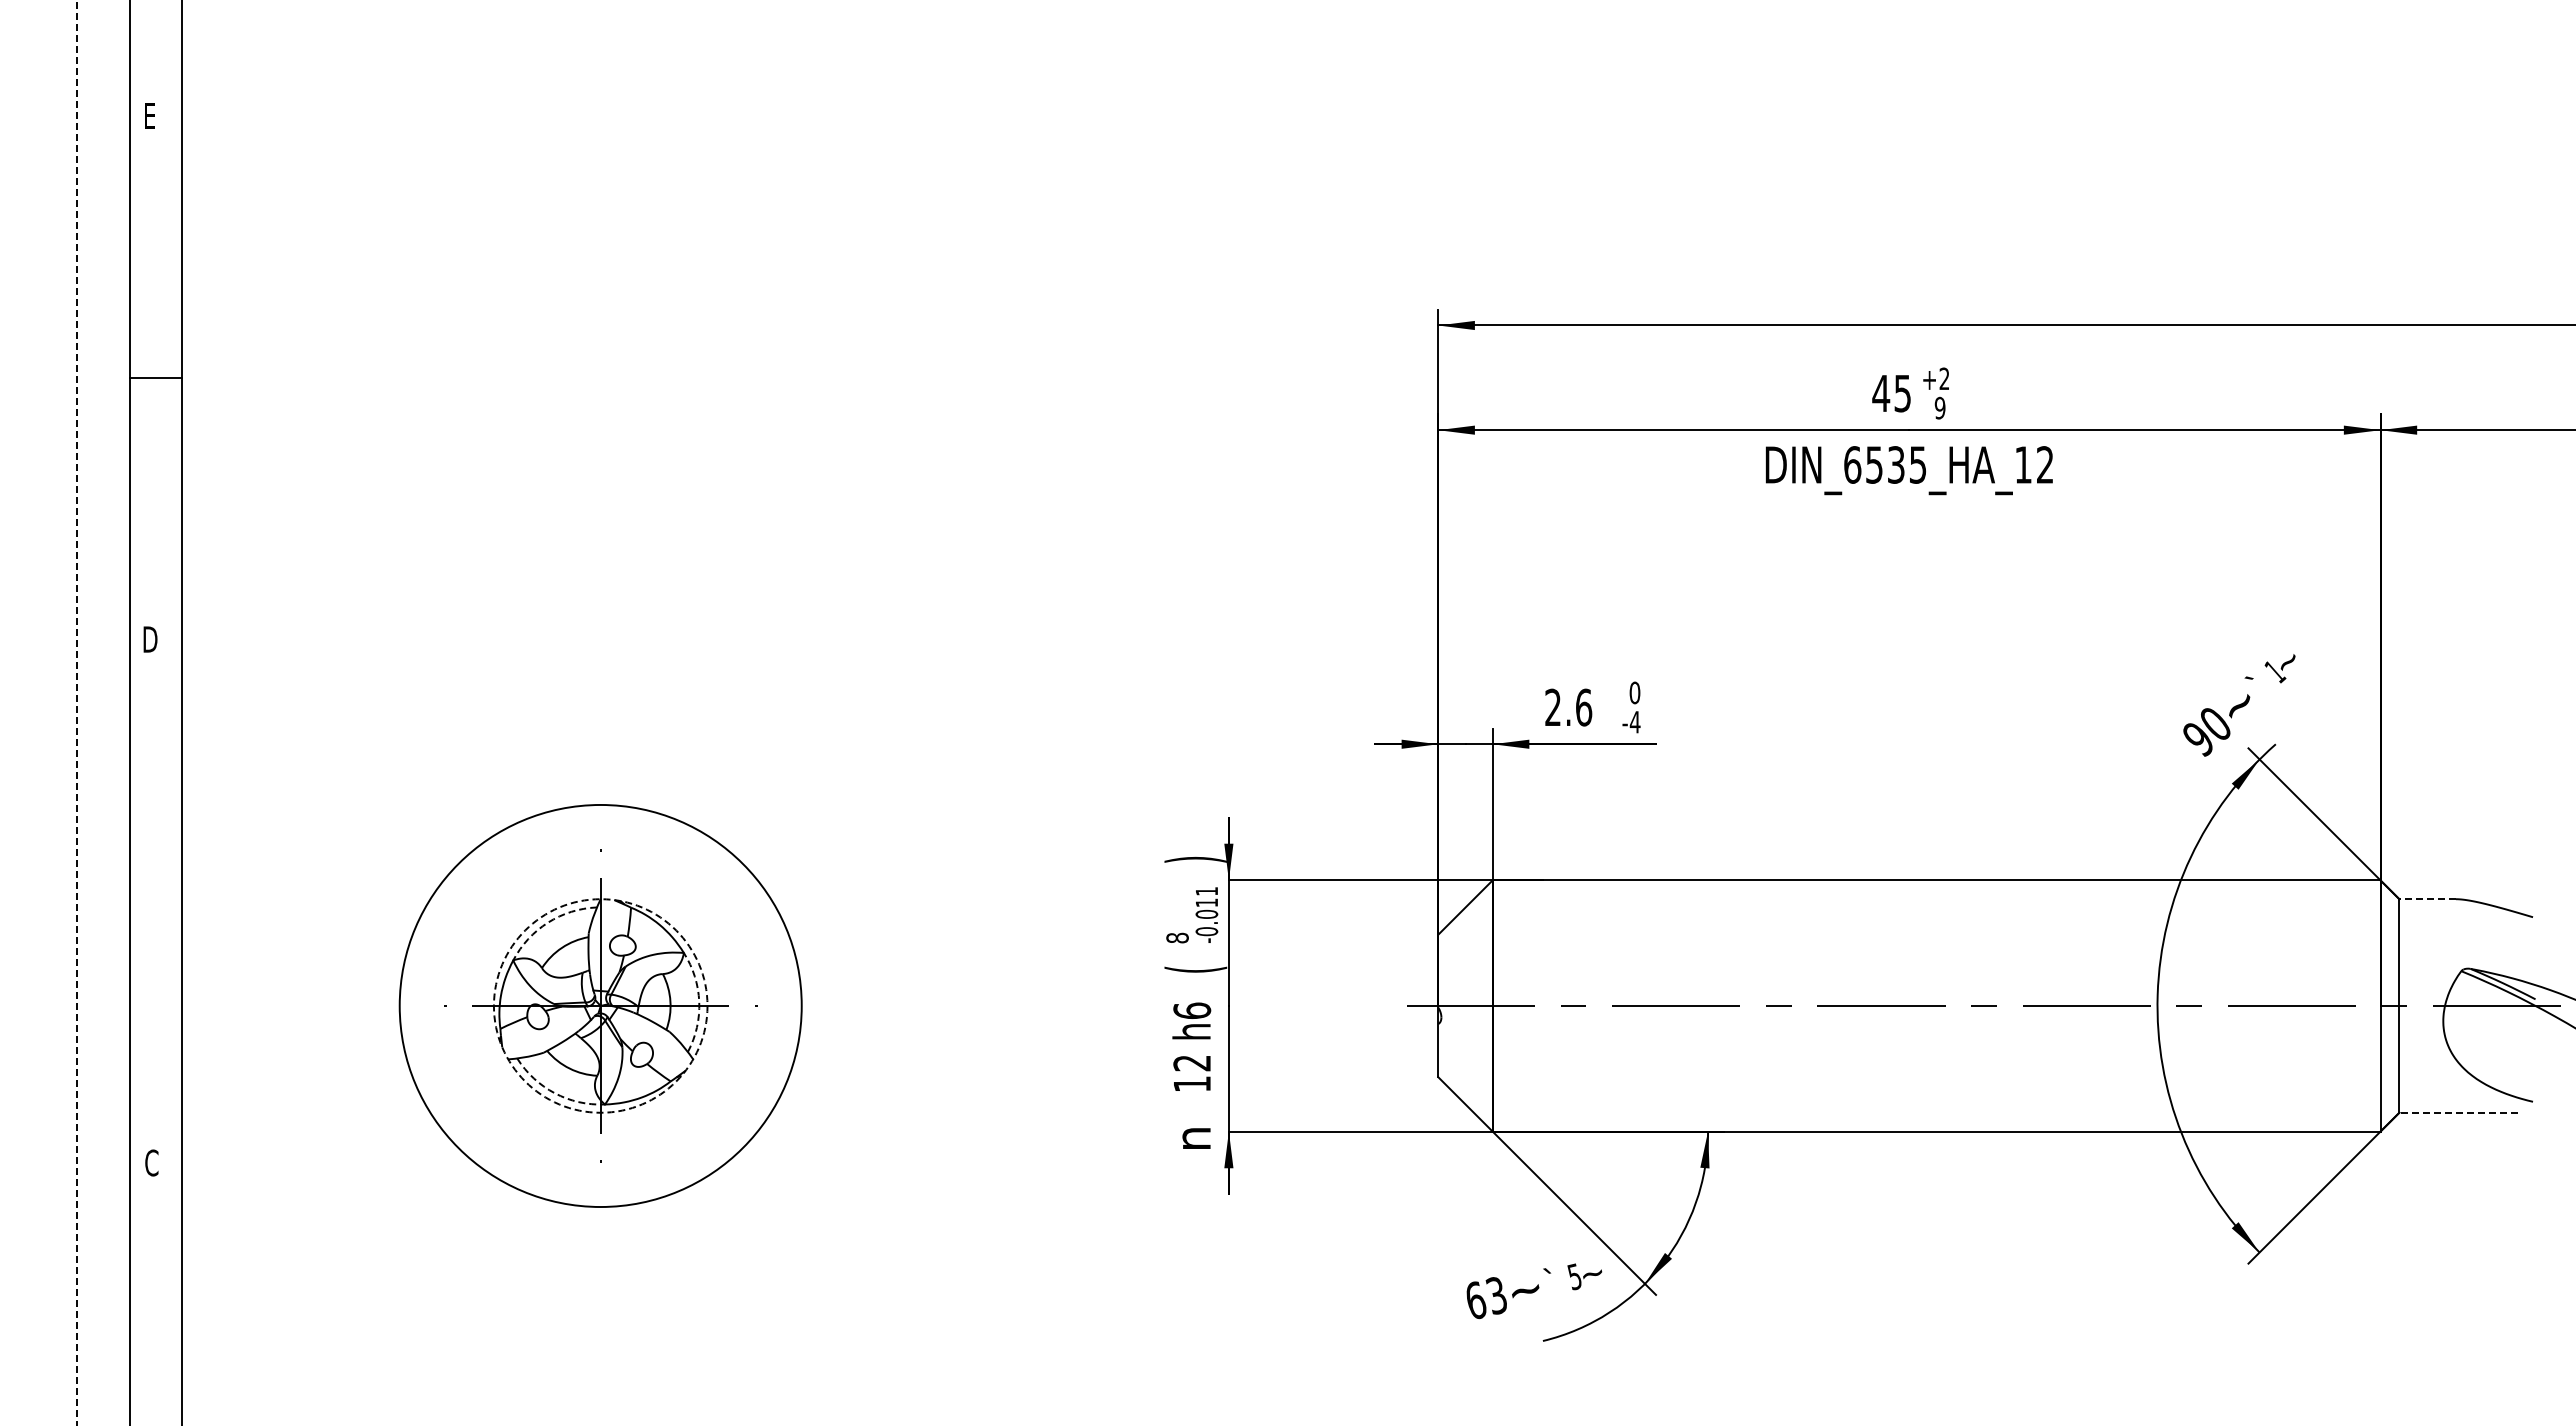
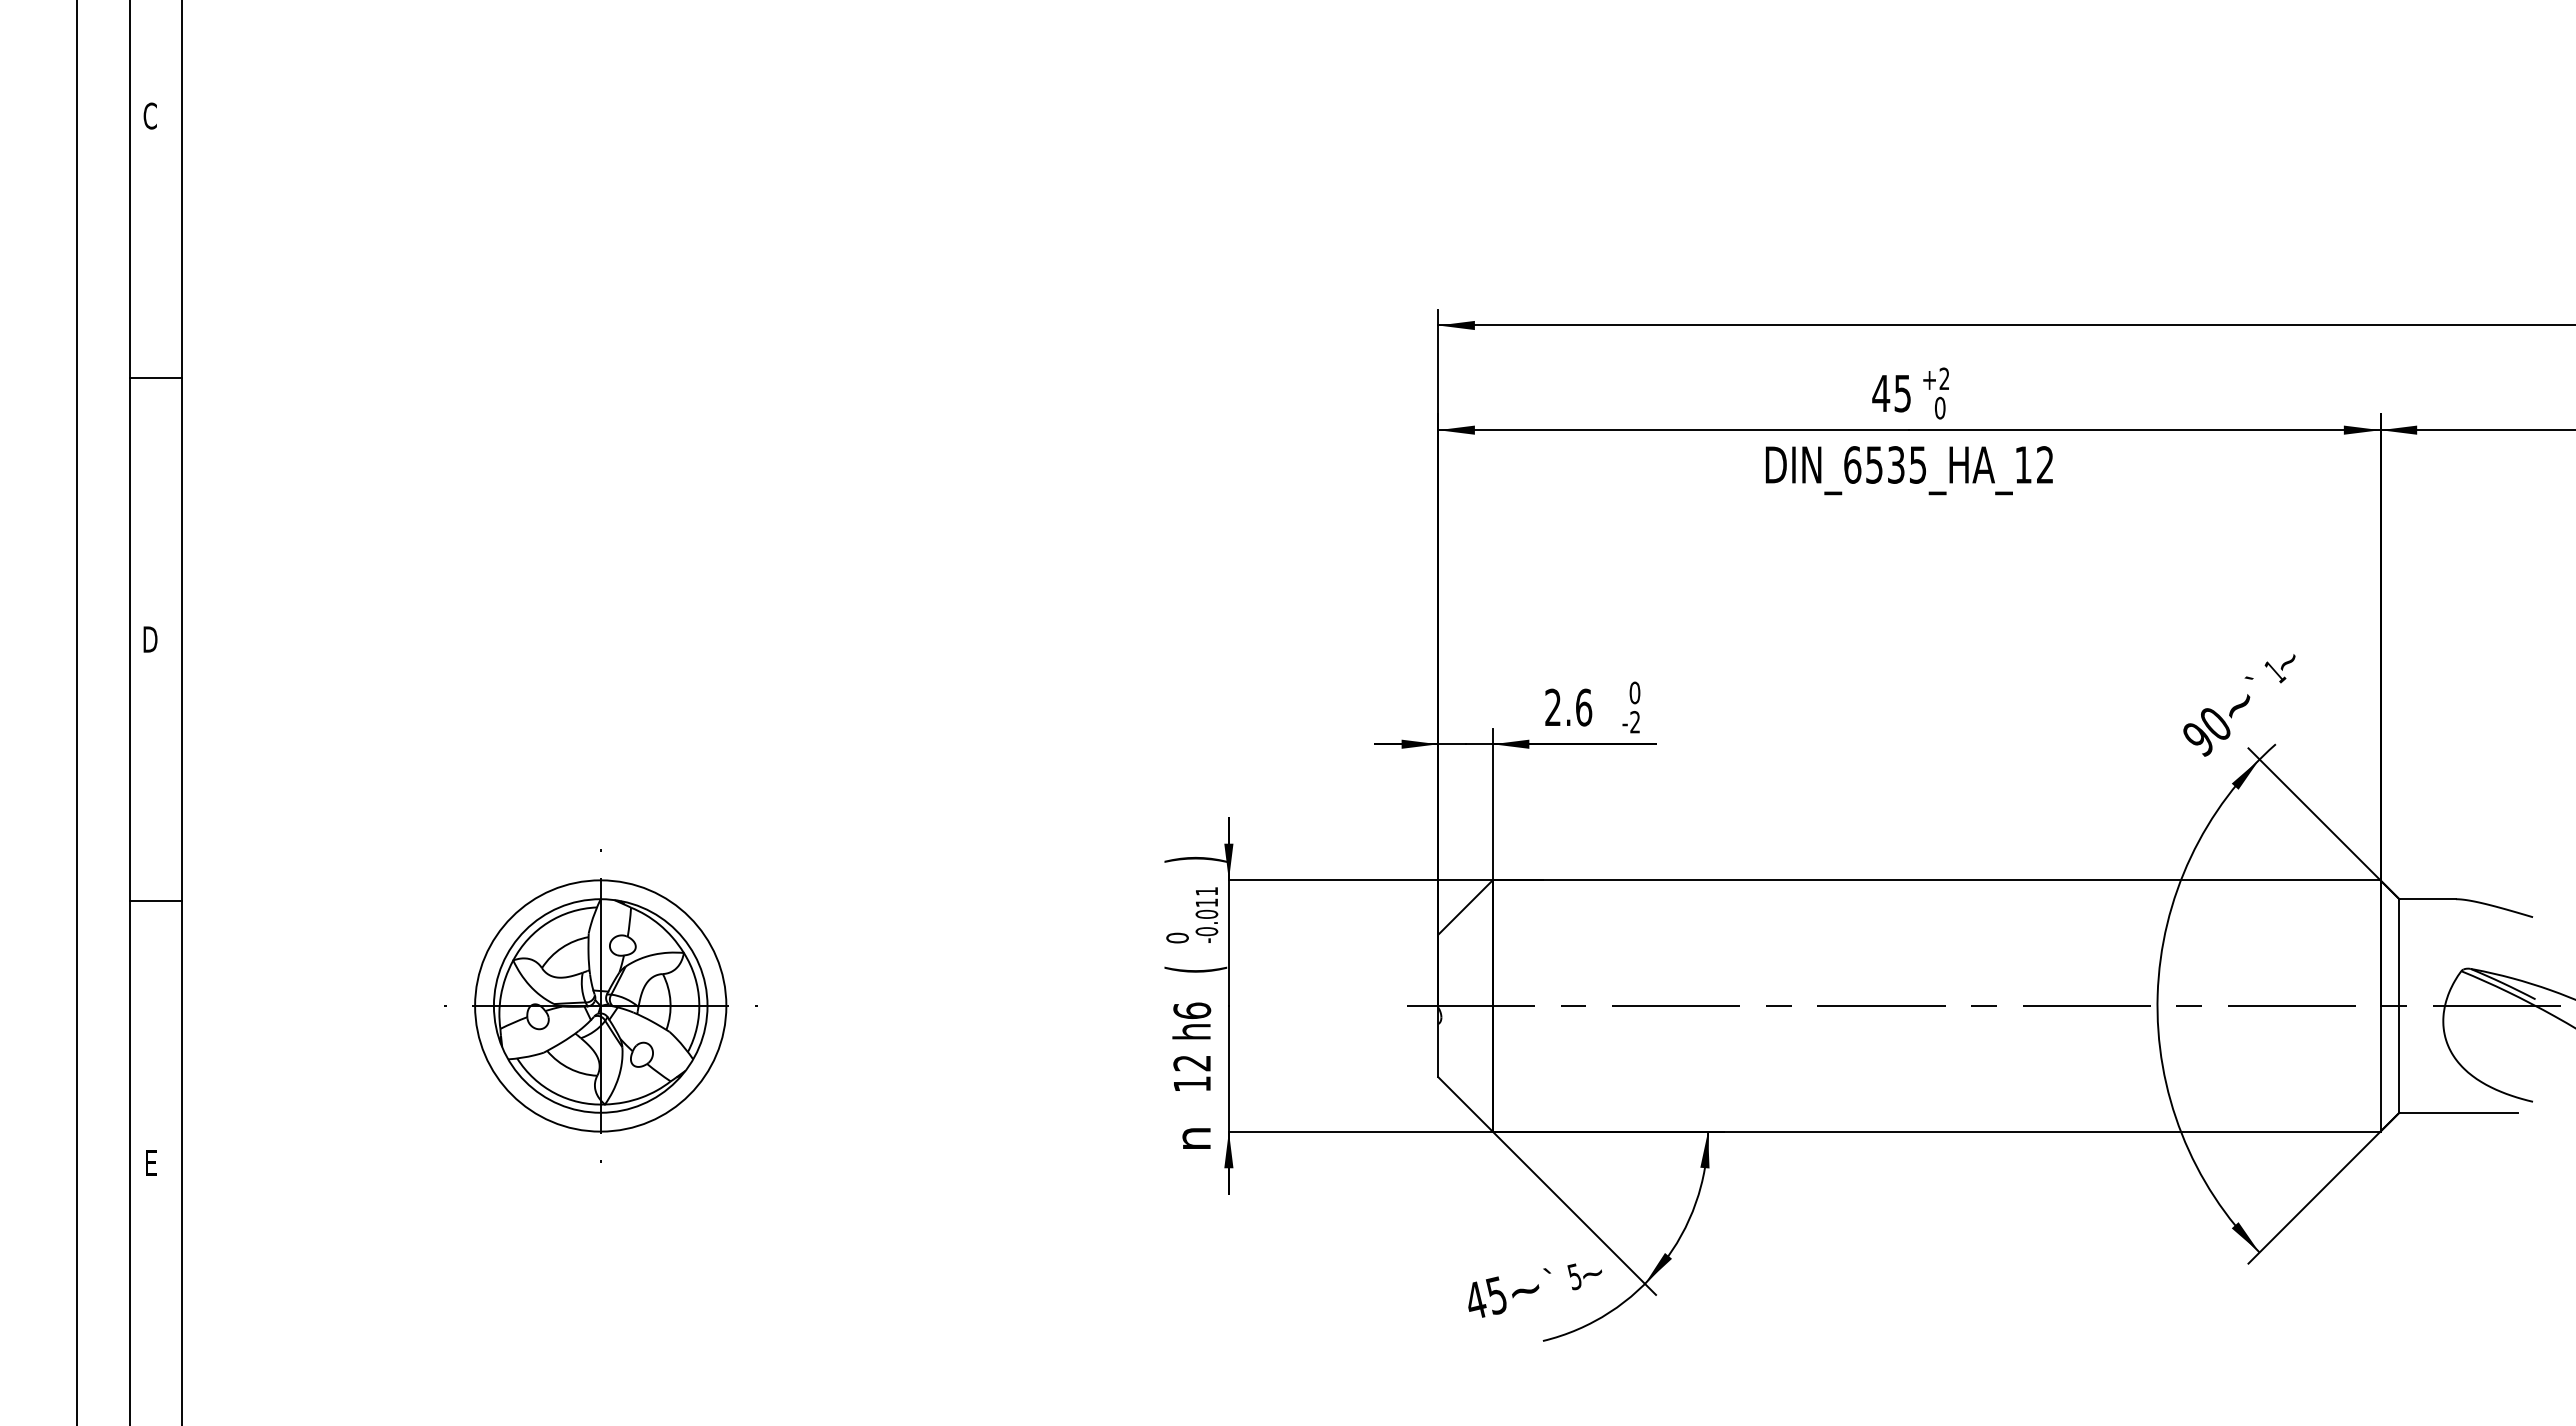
text at (149, 115): E -> C
text at (1939, 408): 9 -> 0
line at (77, 712): dashed -> solid
text at (1634, 722): -4 -> -2
line at (2427, 899): dashed -> solid
line at (155, 901): none -> present
arc at (548, 922): dashed -> solid
text at (1177, 937): 8 -> 0
arc at (699, 1002): dashed -> solid
circle at (600, 1005) diameter: 402 px -> 251 px
circle at (600, 1005): dashed -> solid
arc at (554, 1093): dashed -> solid
line at (2458, 1112): dashed -> solid
text at (151, 1162): C -> E
text at (1486, 1297): 63 -> 45
